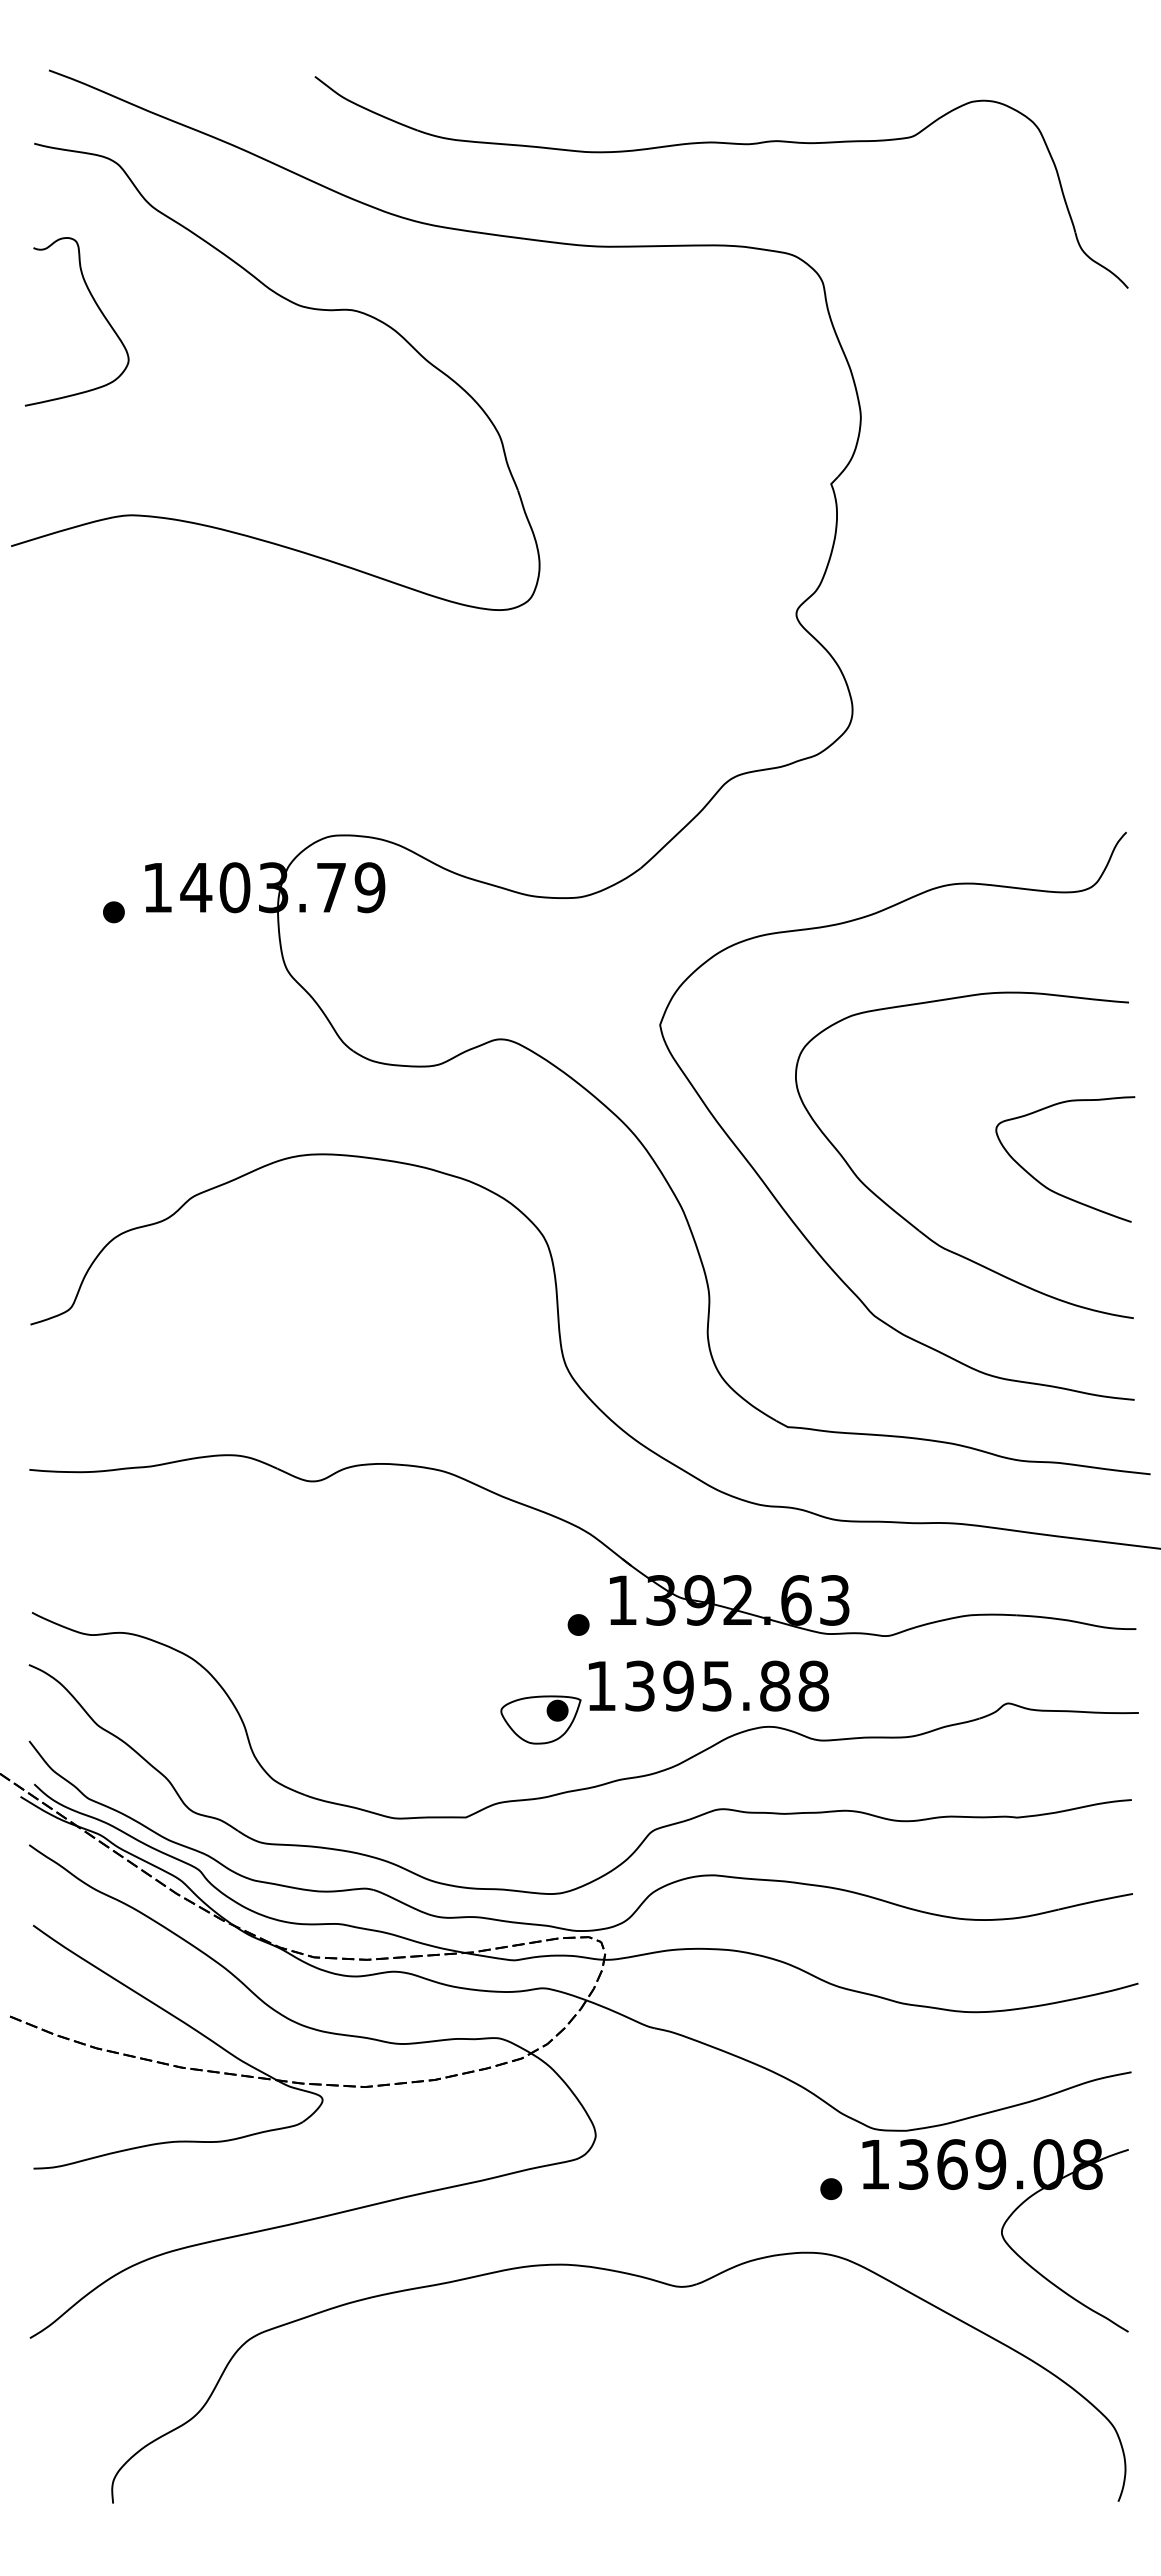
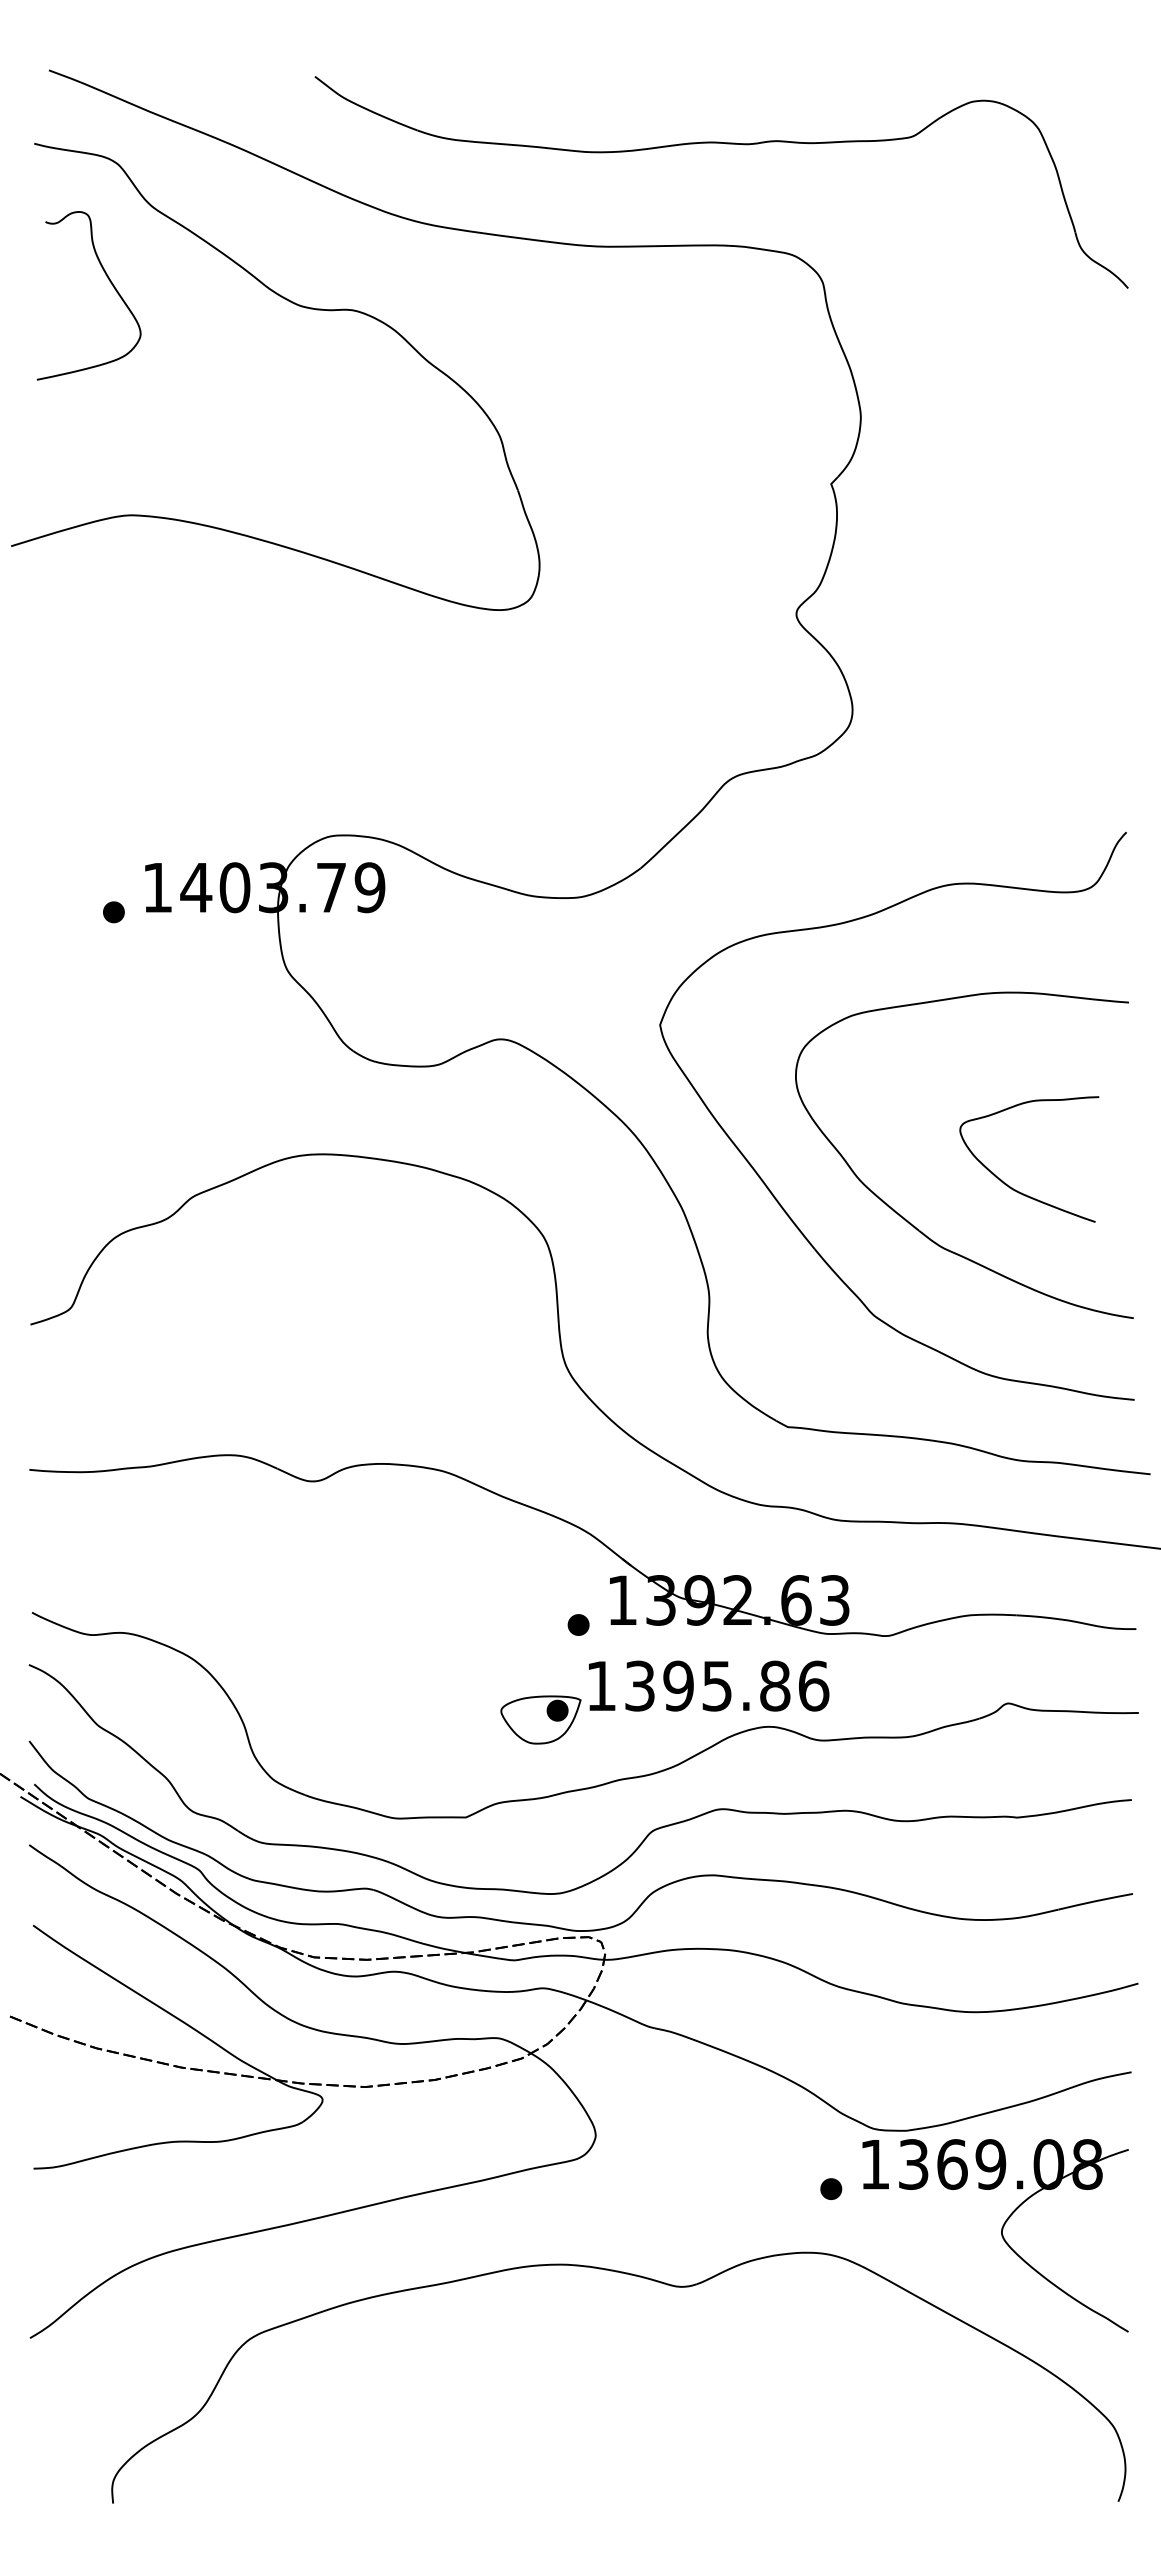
part at (98, 309) position: (98, 309) -> (110, 283)
part at (1048, 1187) position: (1048, 1187) -> (1012, 1187)
text at (813, 1685): 1395.88 -> 1395.86
